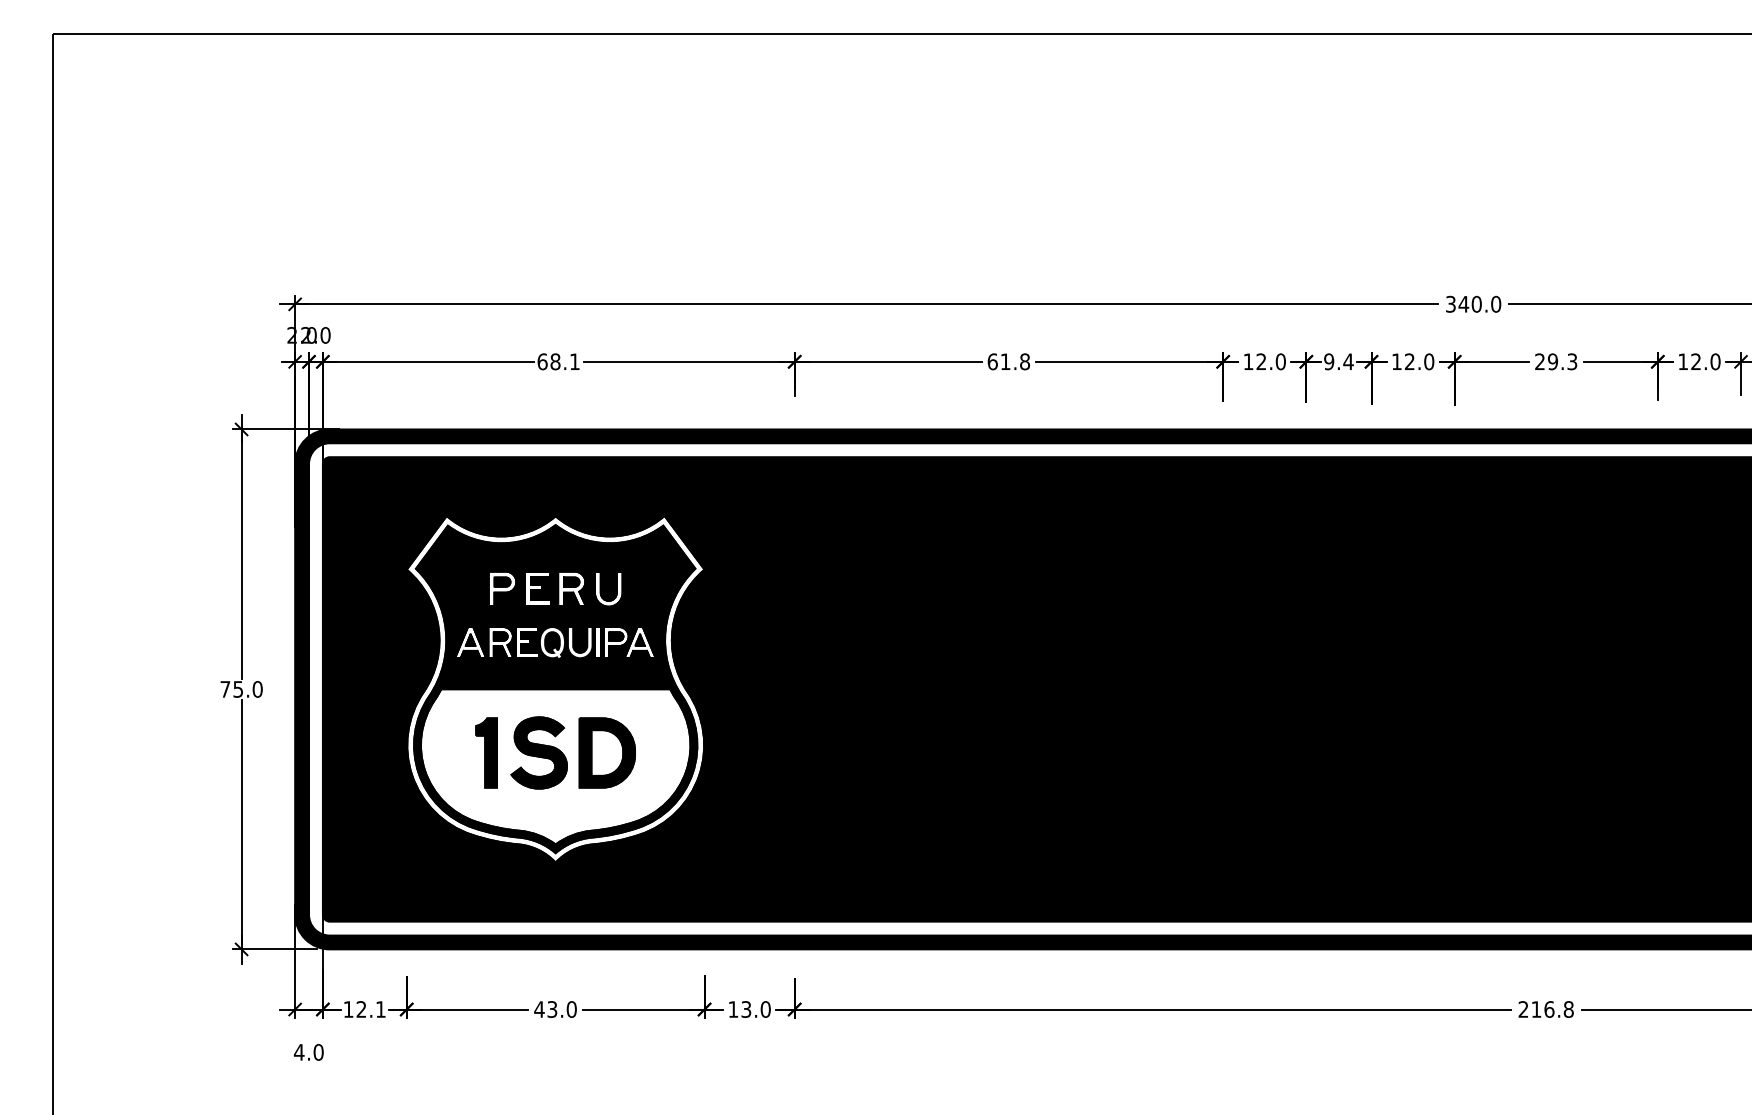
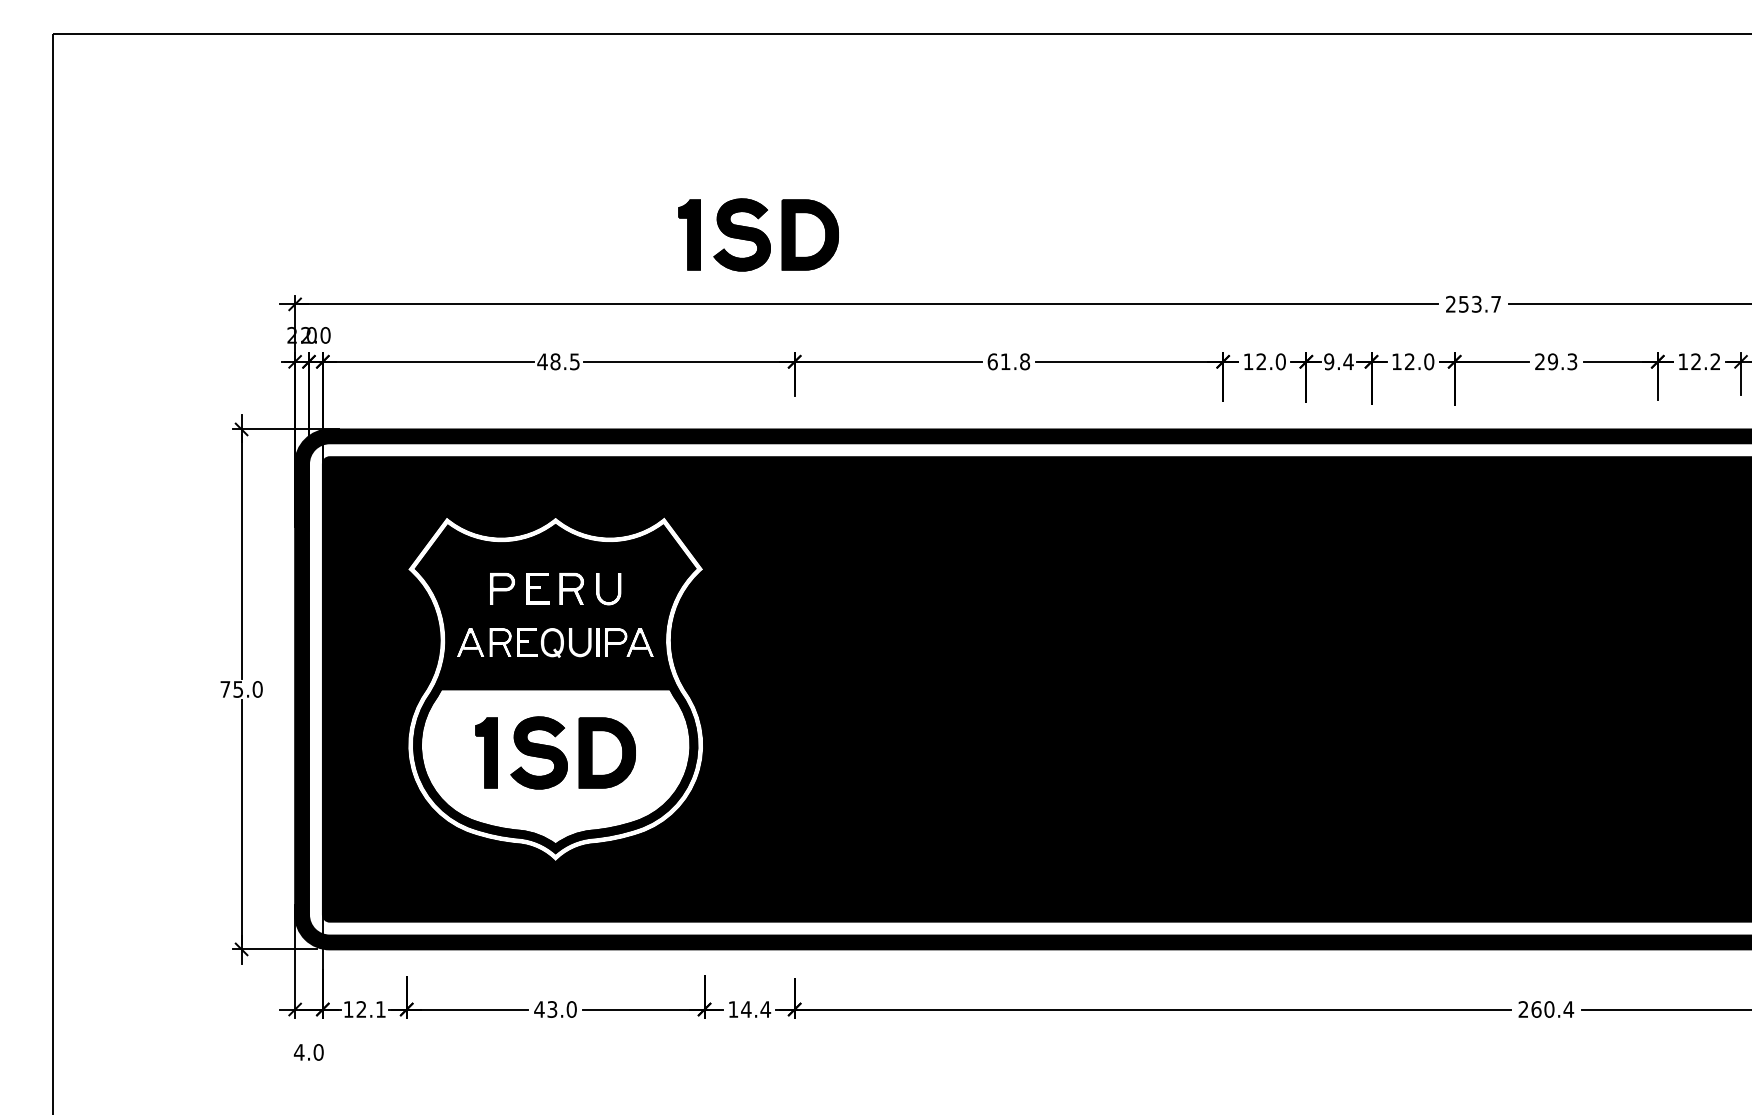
part at (758, 234): none -> present
text at (1473, 303): 340.0 -> 253.7
text at (558, 361): 68.1 -> 48.5
text at (1715, 361): 12.0 -> 12.2
text at (756, 1009): 13.0 -> 14.4
text at (1552, 1009): 216.8 -> 260.4
